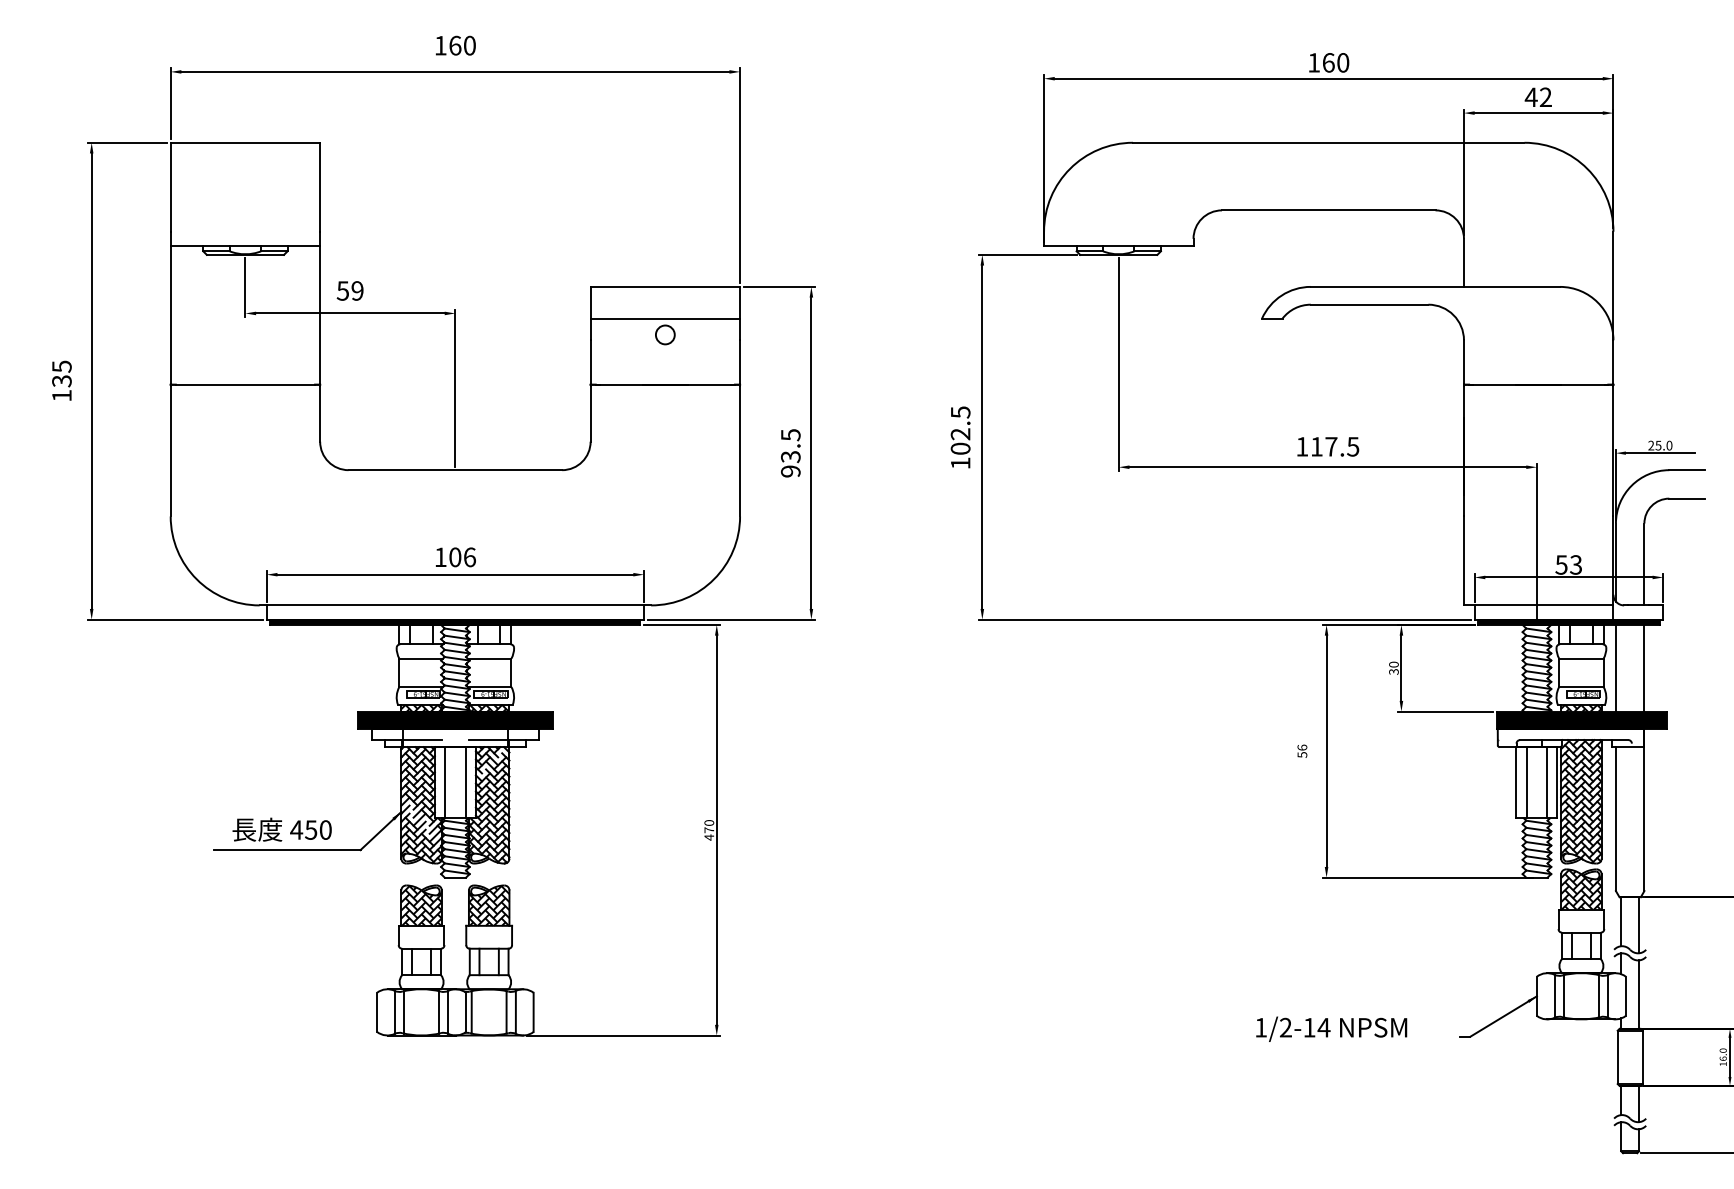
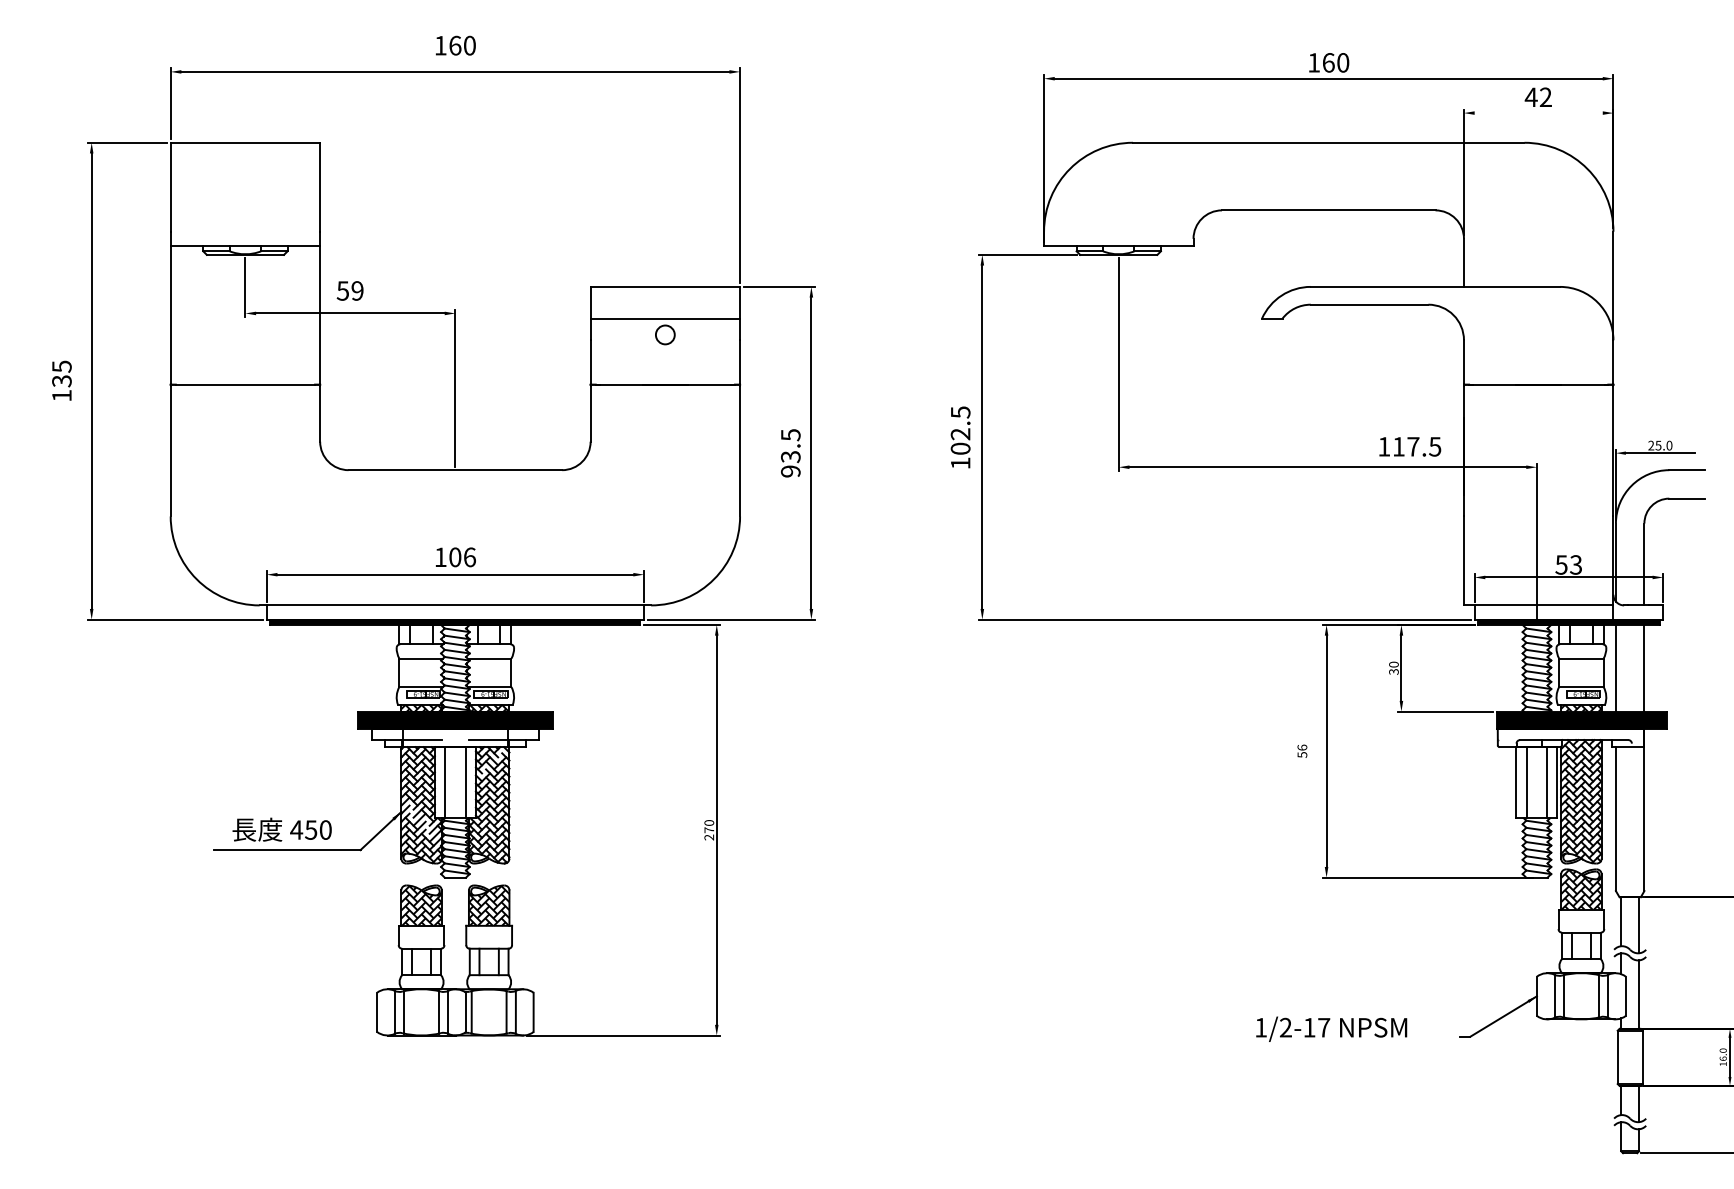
line at (1538, 113): present -> none
text at (1328, 446) position: (1328, 446) -> (1410, 446)
text at (709, 837): 470 -> 270
text at (1323, 1027): 1/2-14 -> 1/2-17
